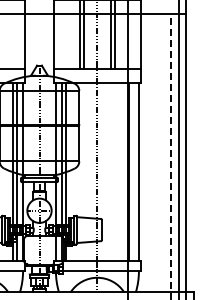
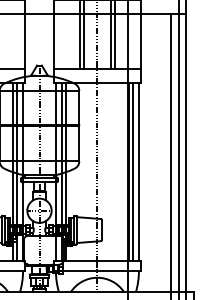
line at (170, 157): dashed -> solid
line at (133, 171): none -> present
